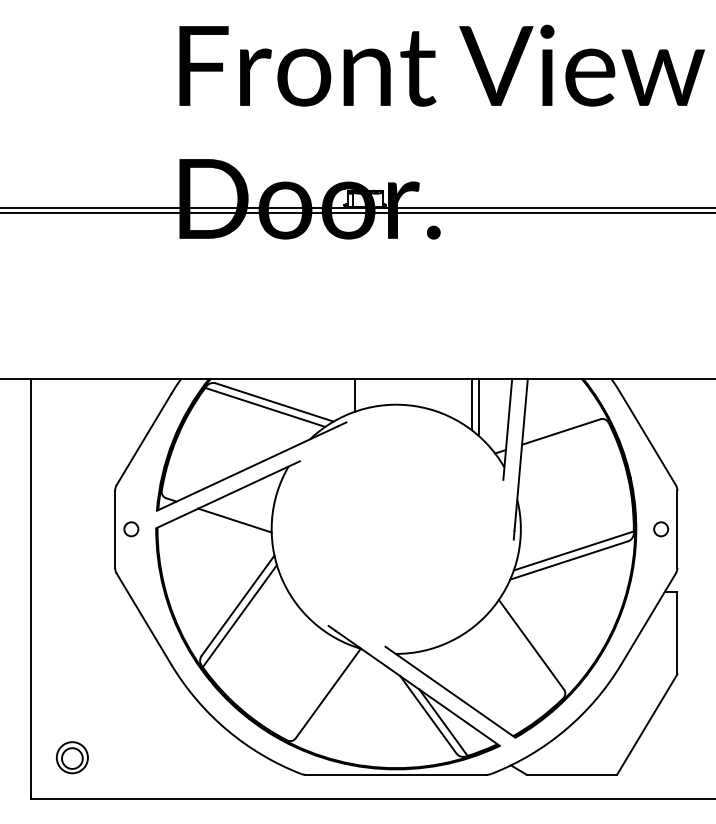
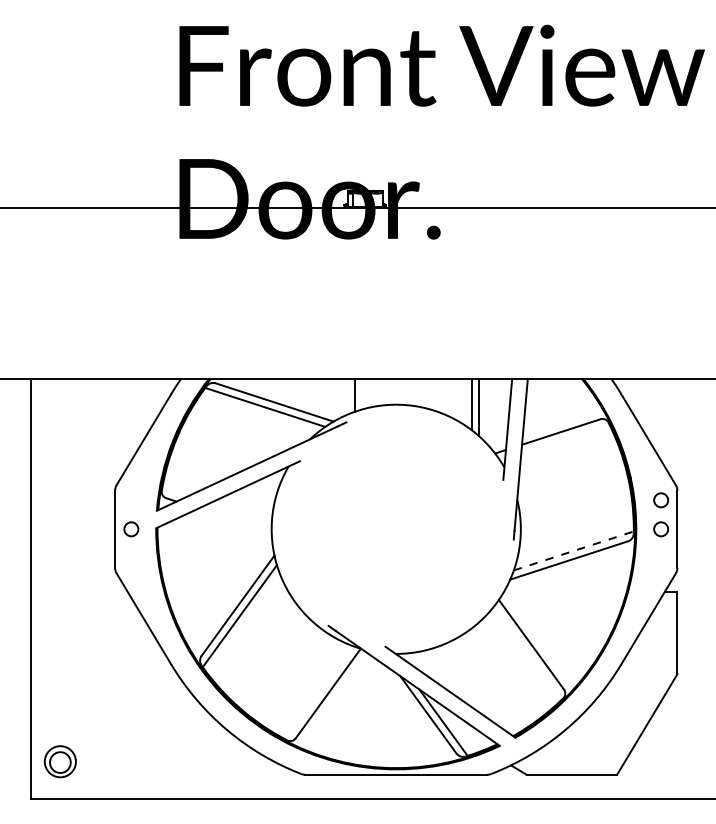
line at (357, 212): present -> none
circle at (660, 500): none -> present
line at (234, 520): present -> none
line at (574, 550): solid -> dashed
part at (71, 757) position: (71, 757) -> (59, 761)
